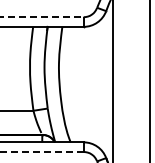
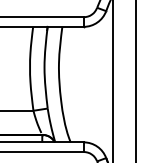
line at (41, 17): dashed -> solid
line at (150, 80) position: (150, 80) -> (136, 80)
line at (41, 151): dashed -> solid
